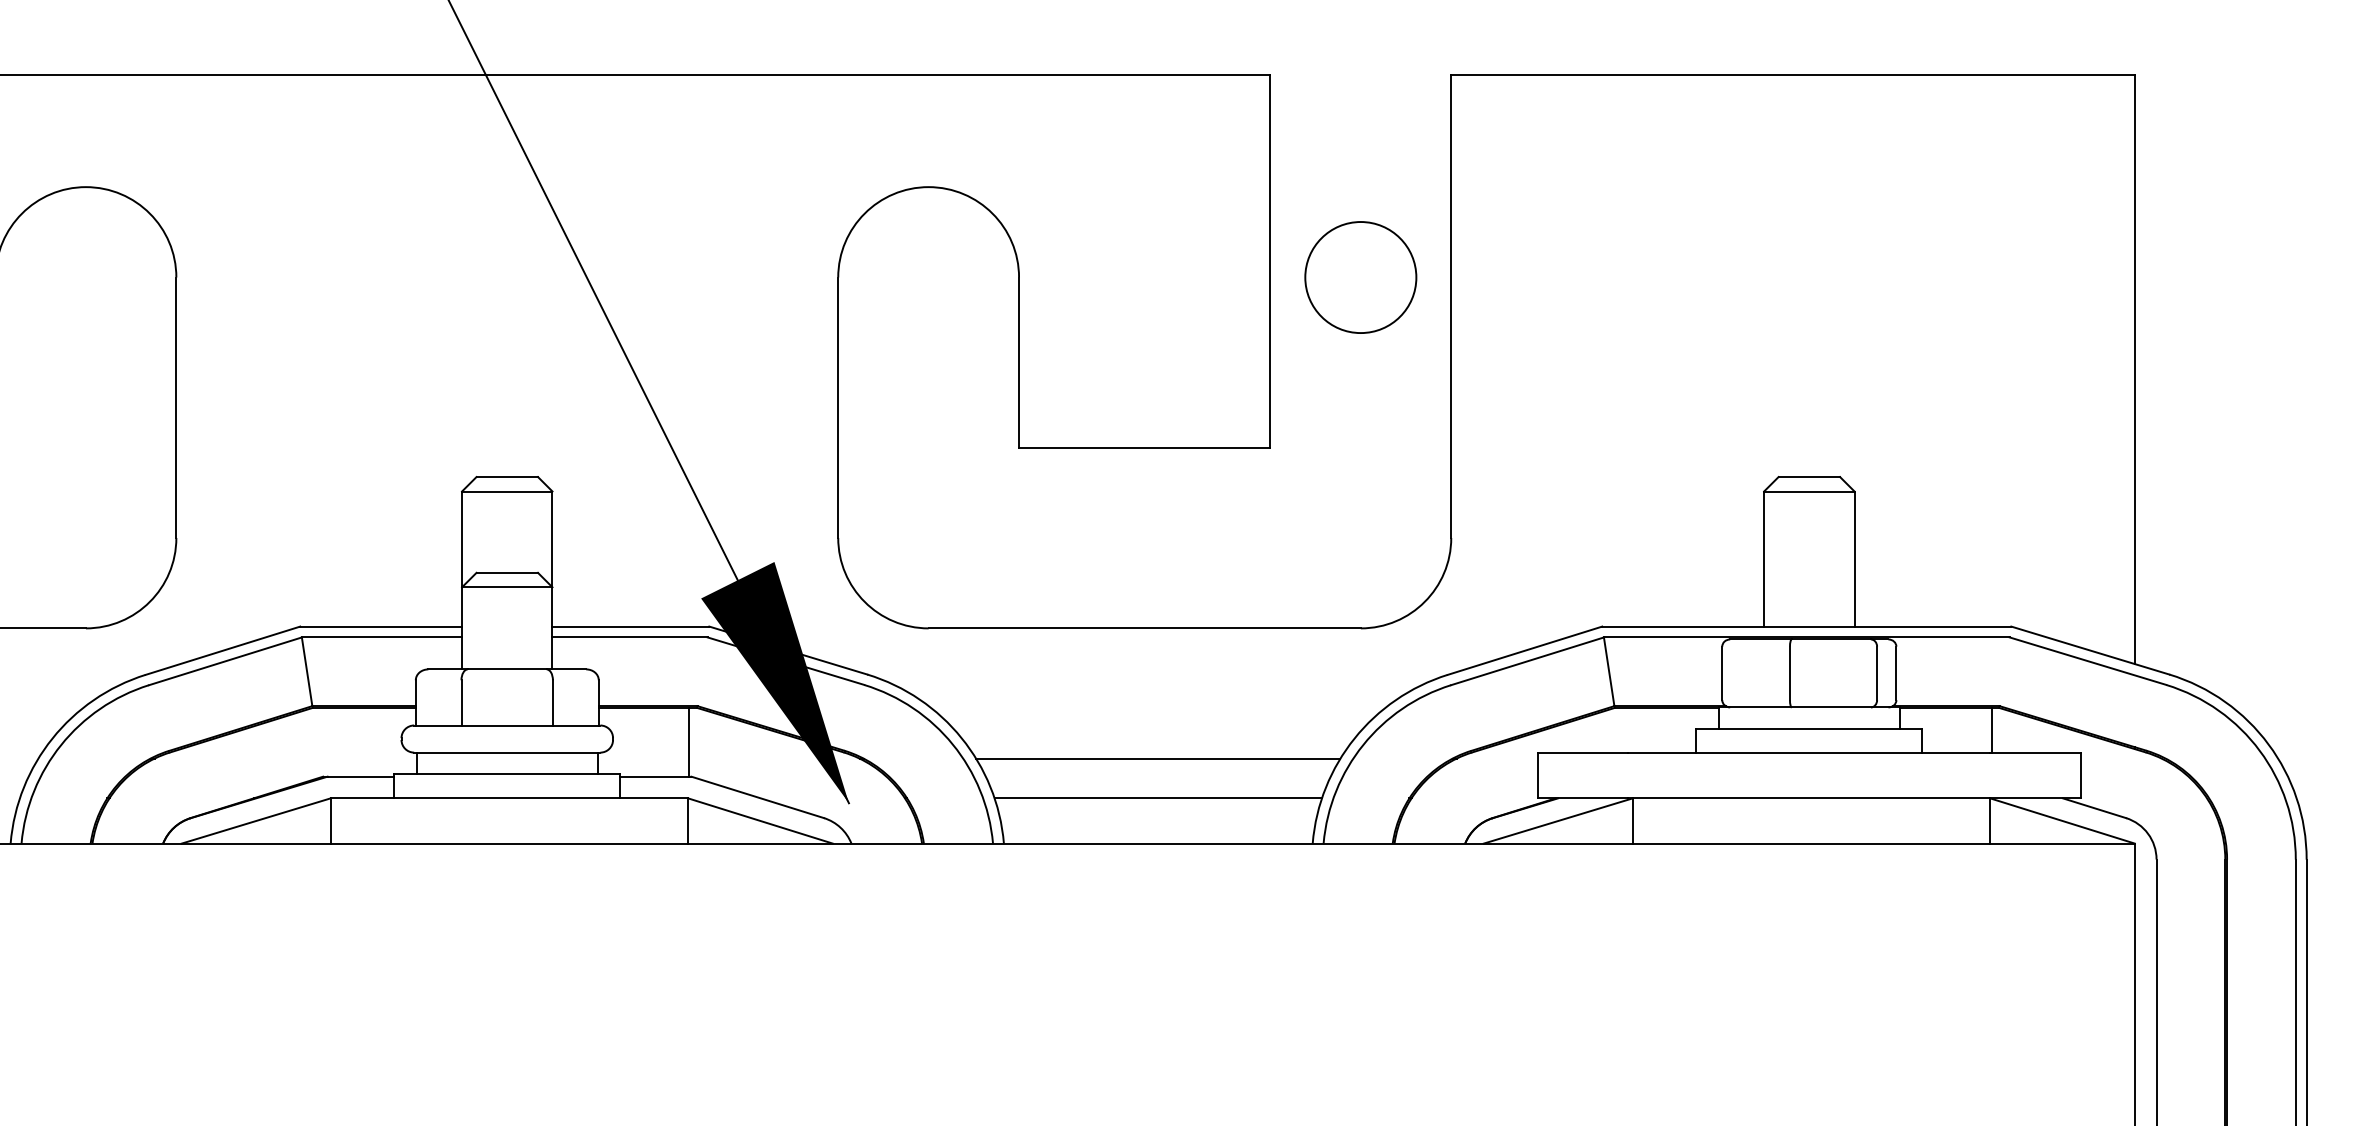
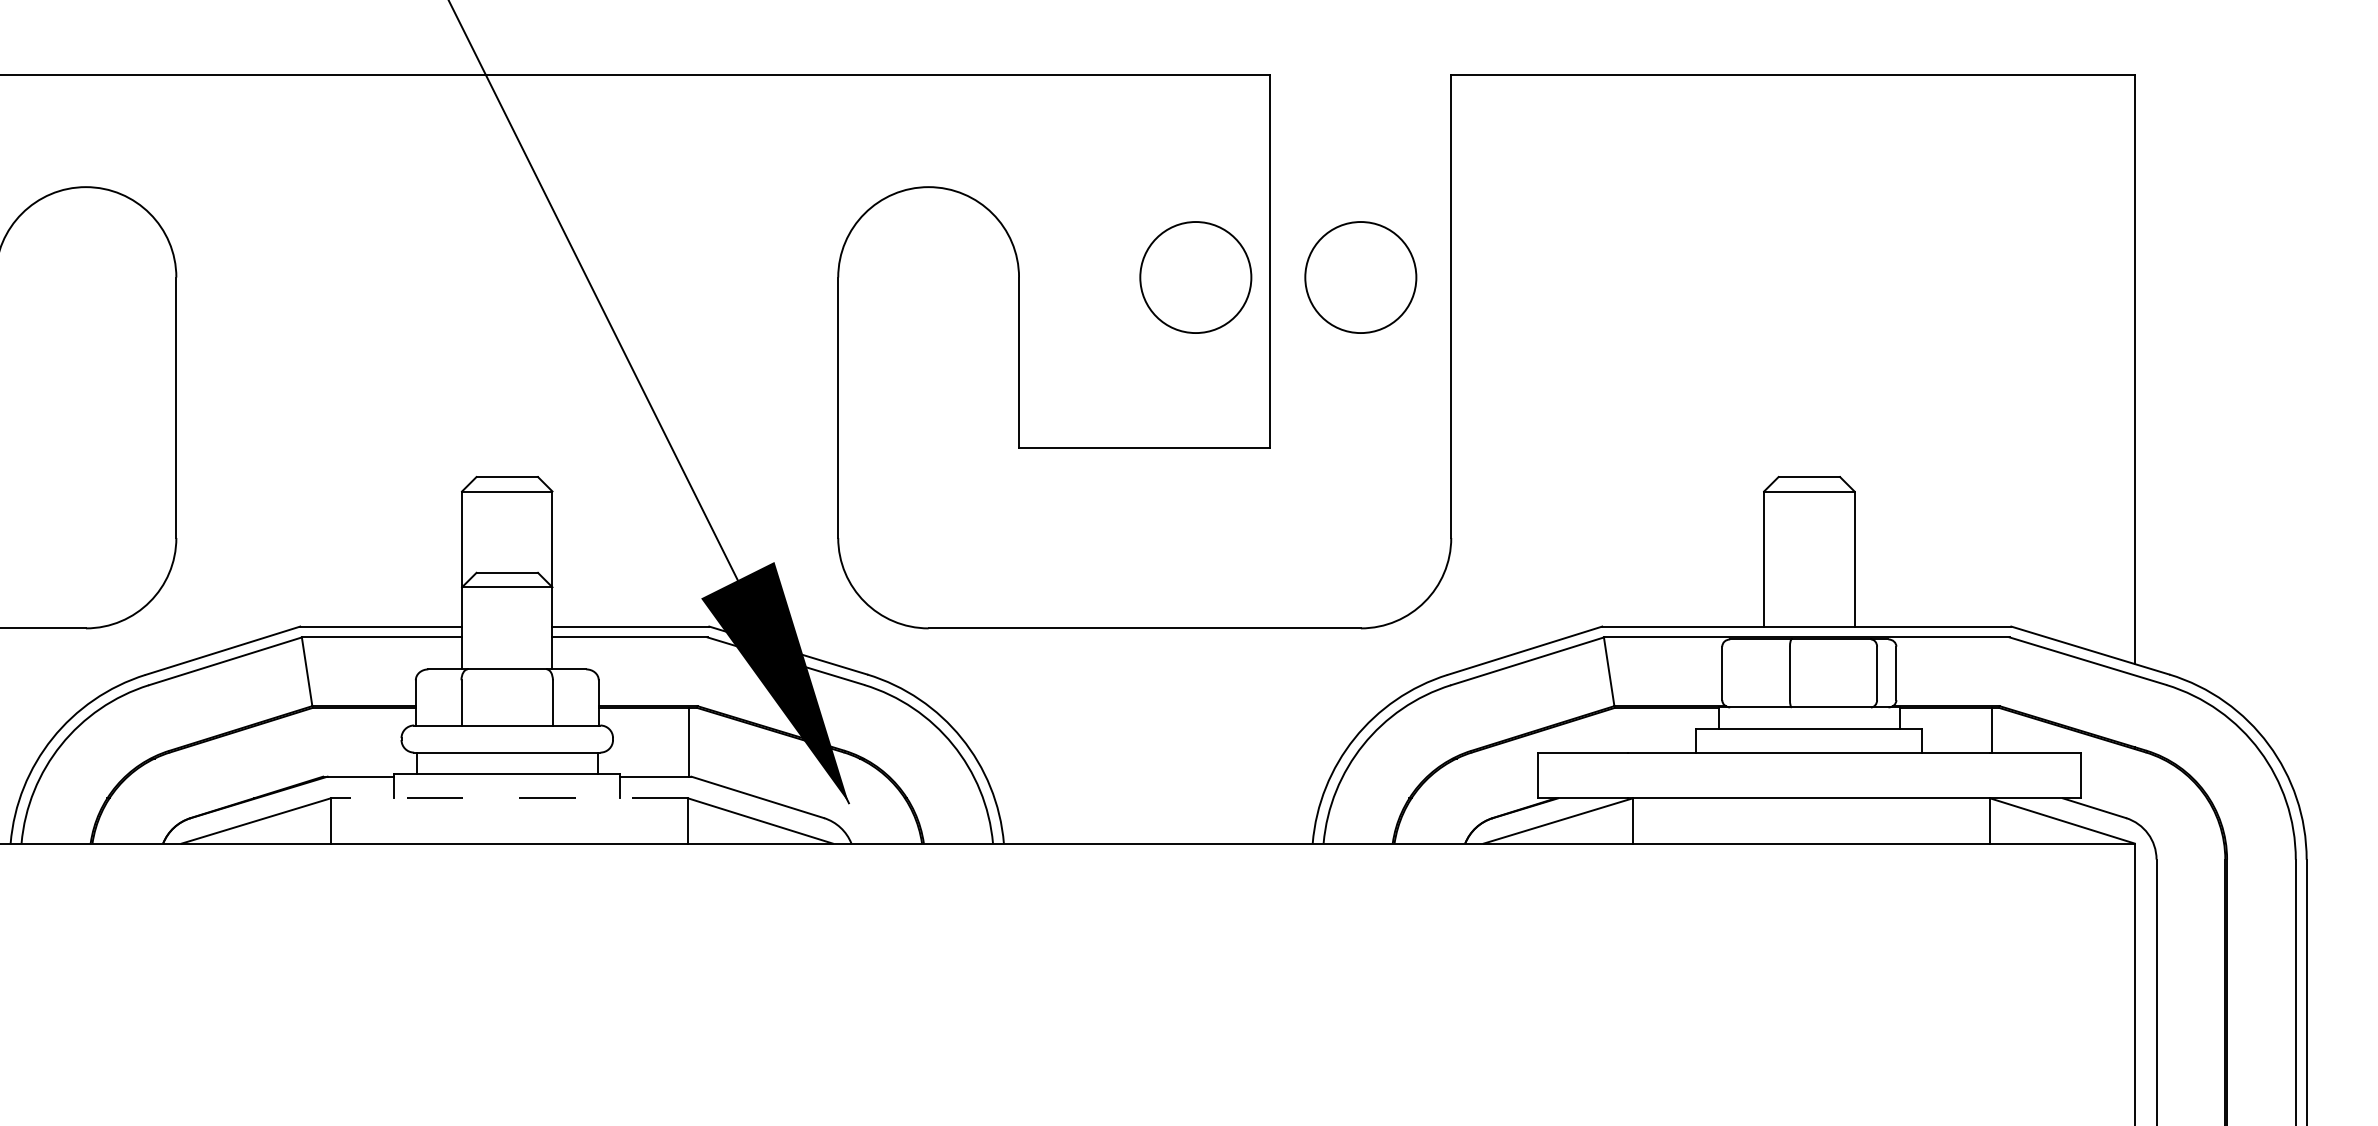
circle at (1195, 277): none -> present
line at (1158, 758): present -> none
line at (509, 798): solid -> dashed
line at (1157, 798): present -> none
